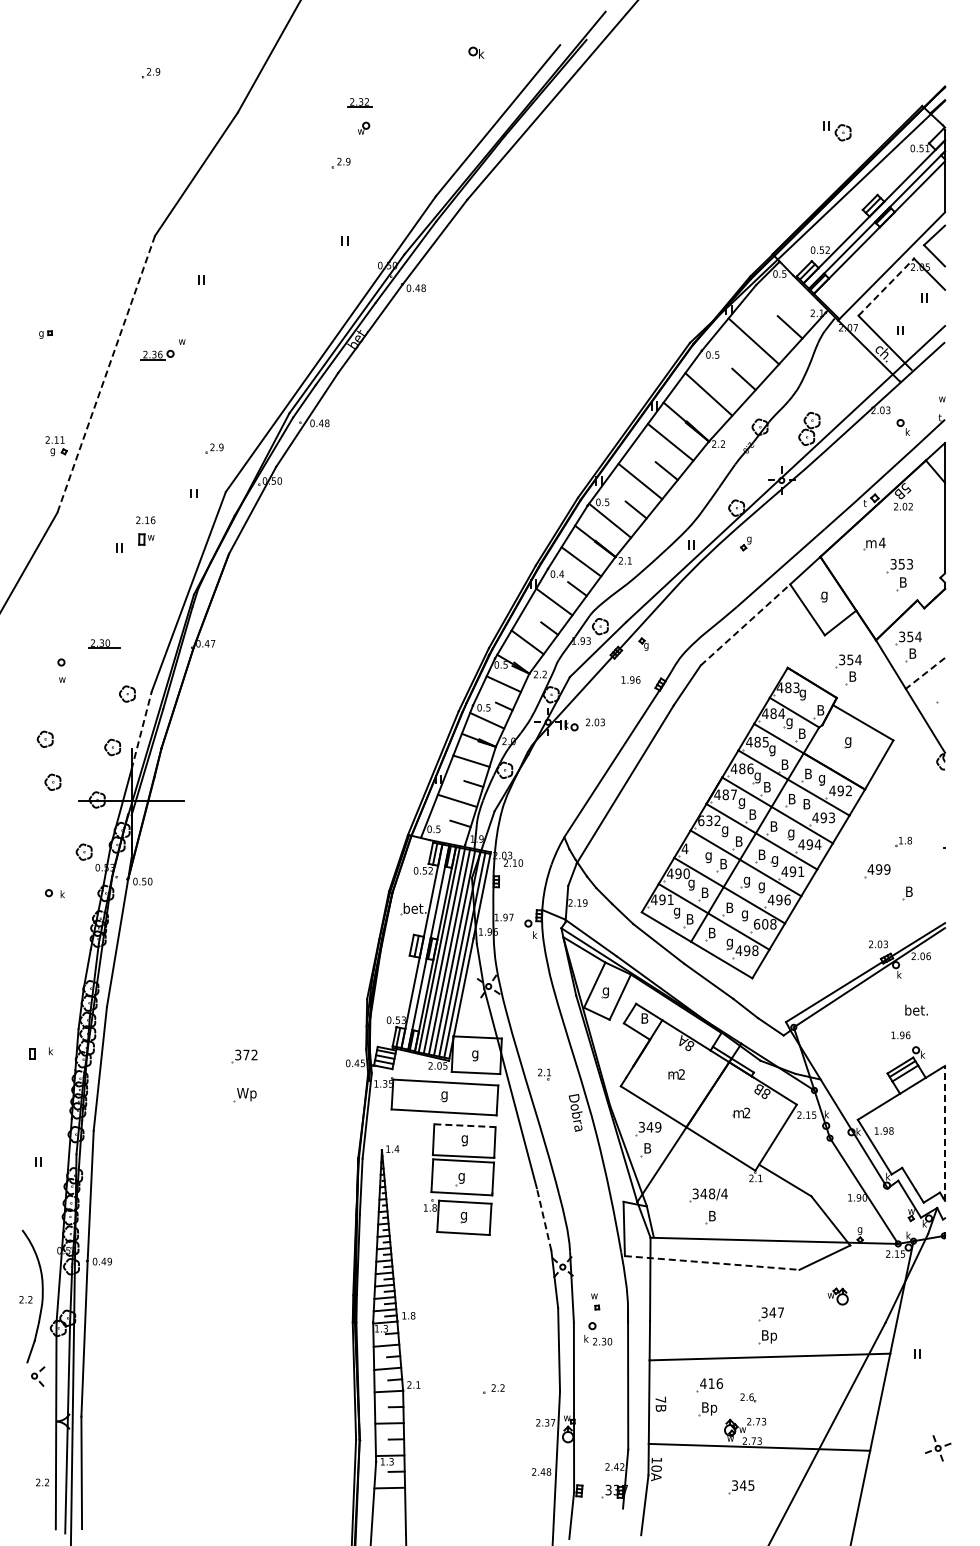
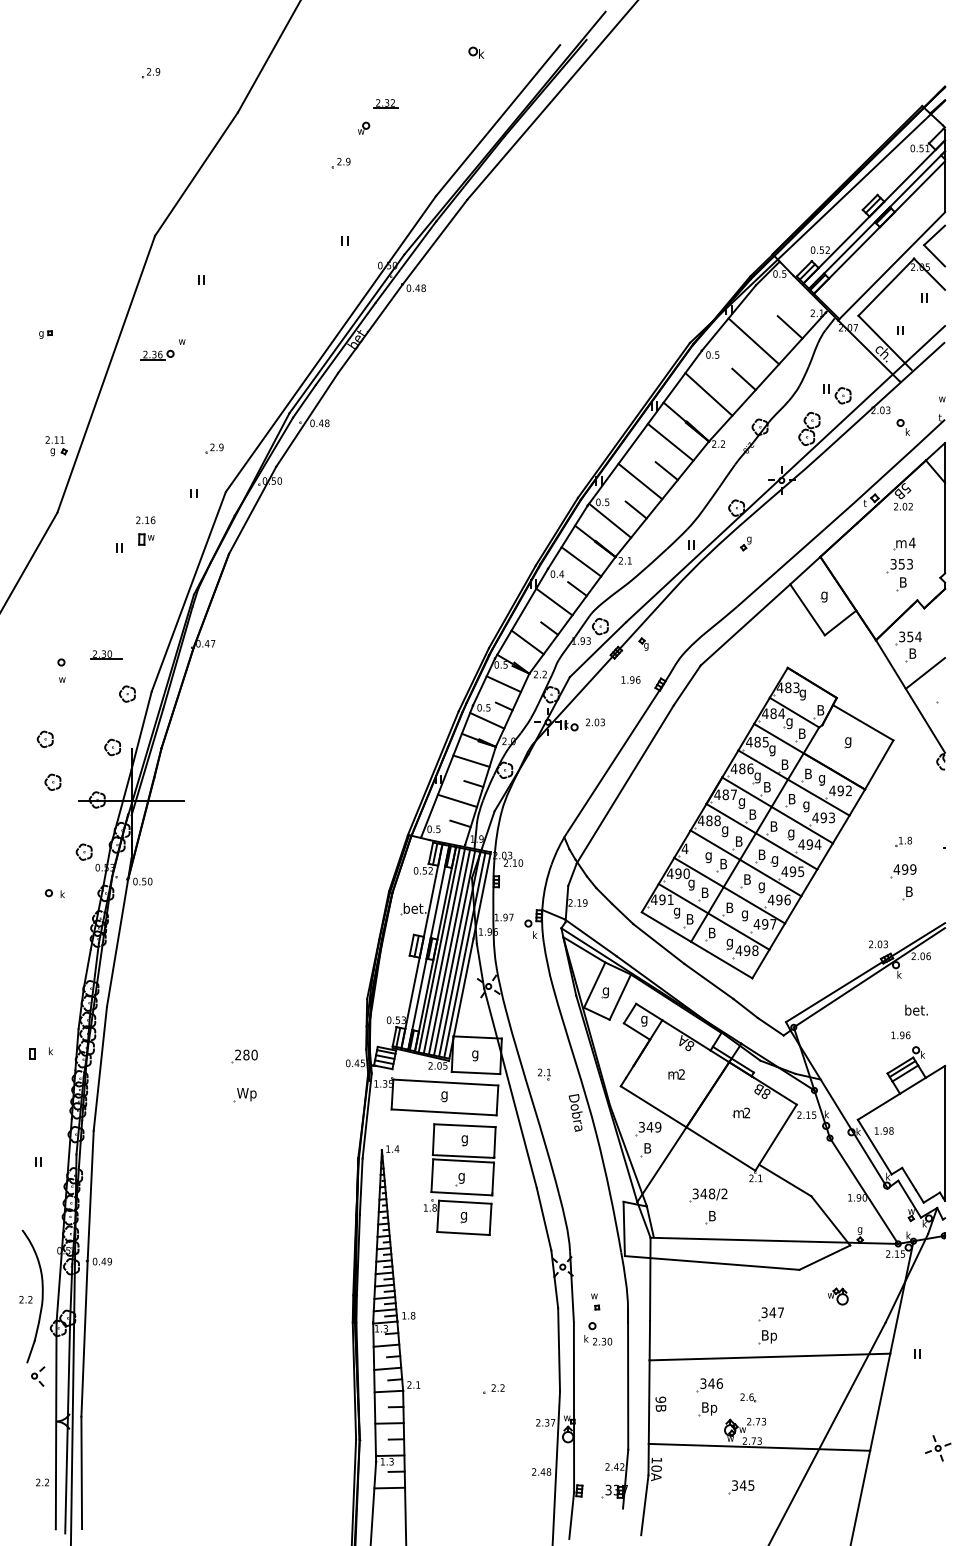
part at (359, 102) position: (359, 102) -> (385, 103)
part at (837, 131) position: (837, 131) -> (837, 394)
line at (886, 287): dashed -> solid
line at (106, 374): dashed -> solid
part at (874, 543) position: (874, 543) -> (904, 543)
line at (745, 624): dashed -> solid
part at (104, 643) position: (104, 643) -> (106, 654)
part at (848, 669): present -> none
line at (925, 673): dashed -> solid
line at (141, 730): dashed -> solid
text at (806, 805): B -> g
text at (708, 820): 632 -> 488
text at (801, 871): 491 -> 495
part at (877, 871) position: (877, 871) -> (903, 871)
text at (746, 880): g -> B
text at (764, 924): 608 -> 497
text at (644, 1019): B -> g
text at (246, 1054): 372 -> 280
line at (464, 1125): dashed -> solid
line at (945, 1132): dashed -> solid
text at (724, 1193): 348/4 -> 348/2
line at (544, 1218): dashed -> solid
line at (712, 1262): dashed -> solid
text at (707, 1383): 416 -> 346
text at (660, 1399): 7B -> 9B
